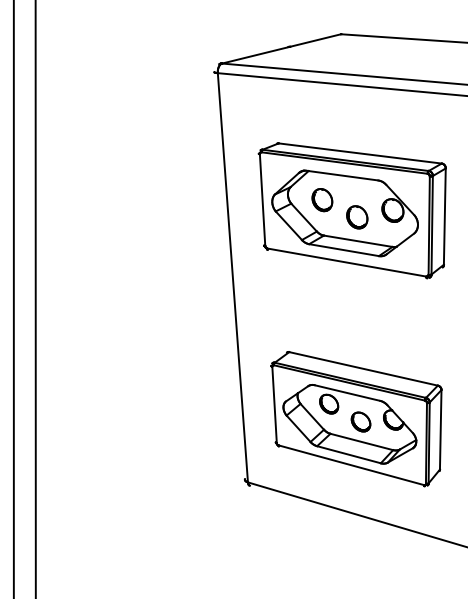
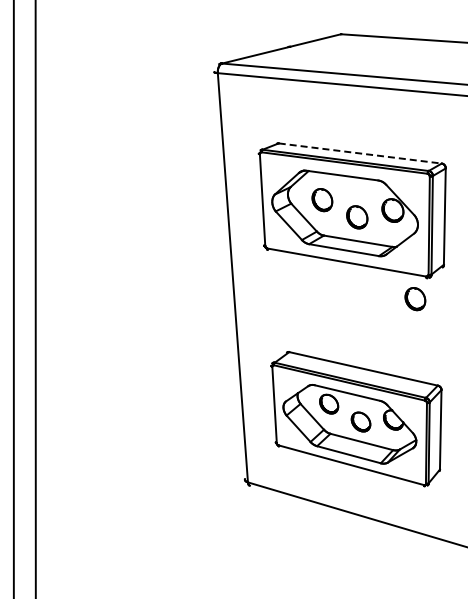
line at (360, 153): solid -> dashed
part at (415, 299): none -> present
